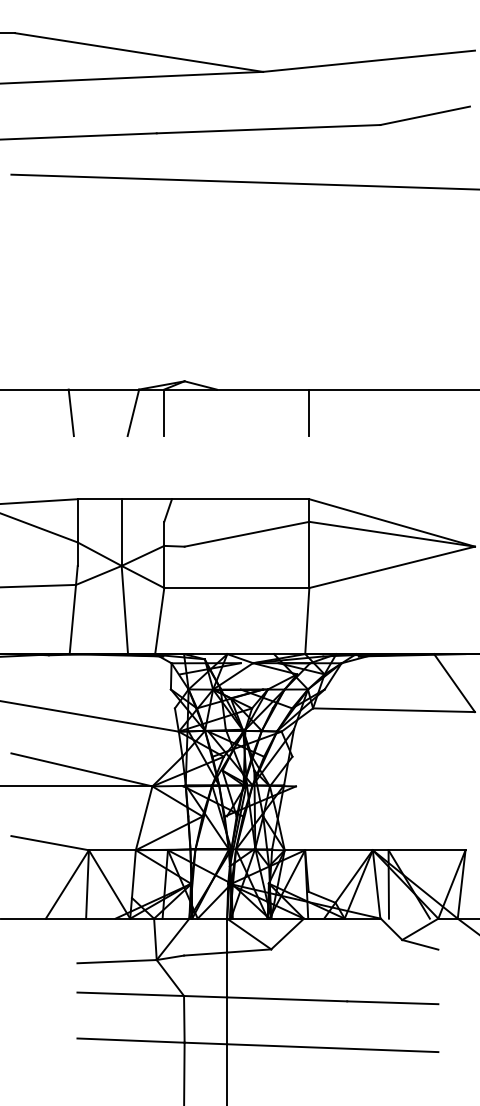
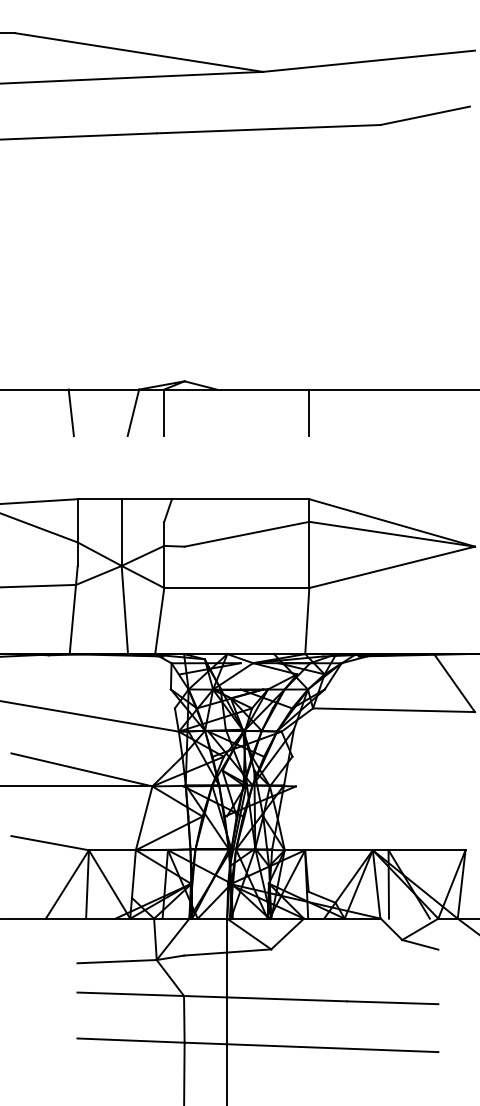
line at (243, 181): present -> none
